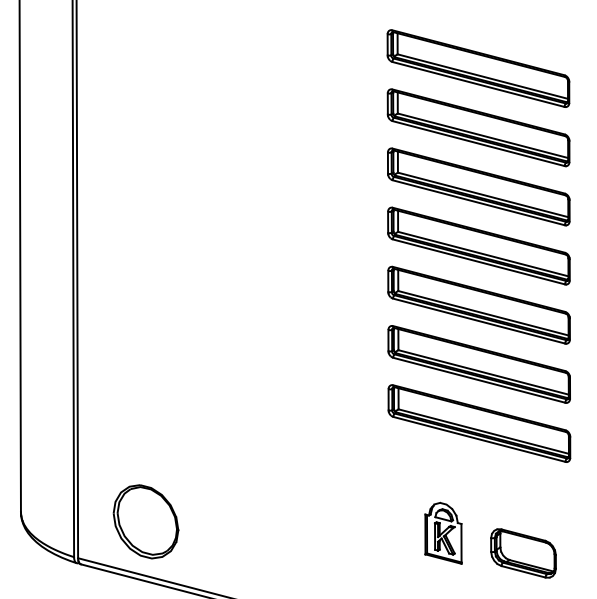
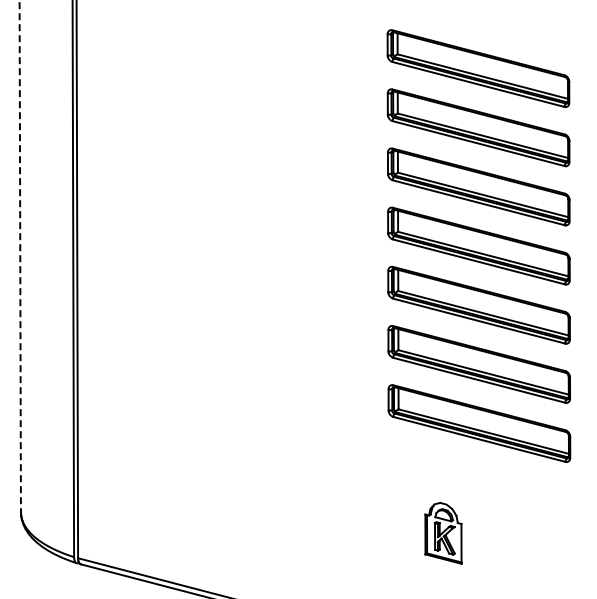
line at (20, 256): solid -> dashed
part at (145, 521): present -> none
part at (523, 553): present -> none
